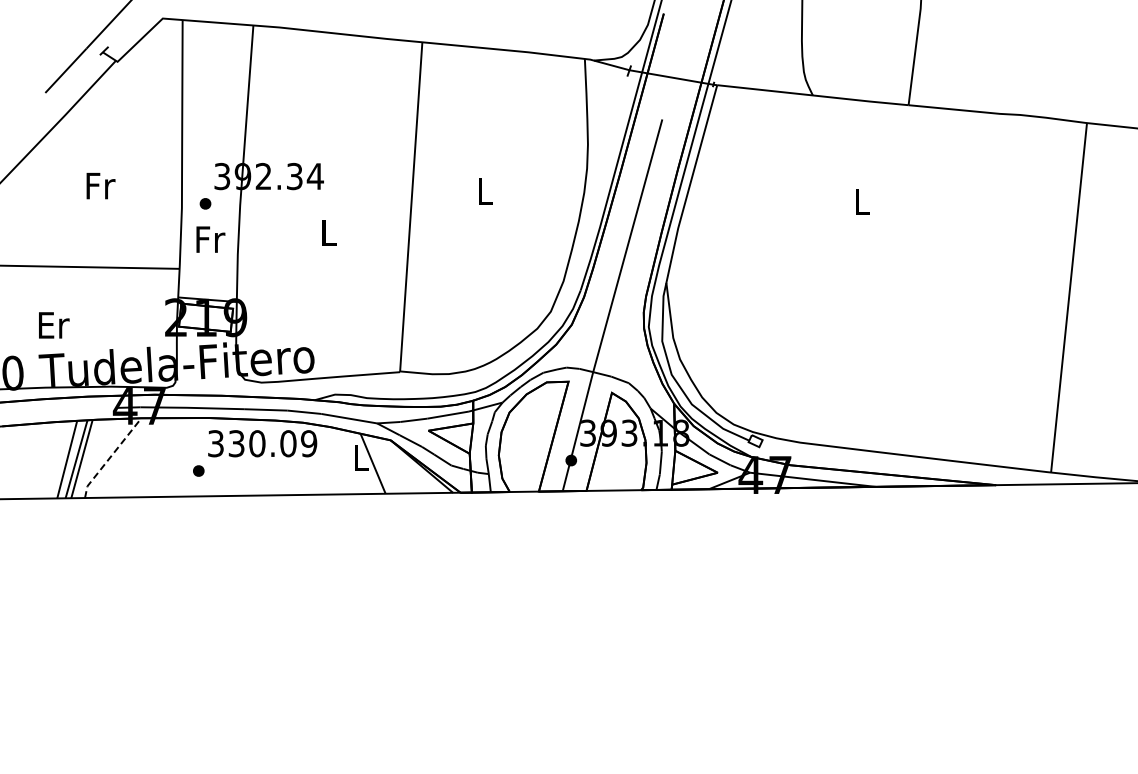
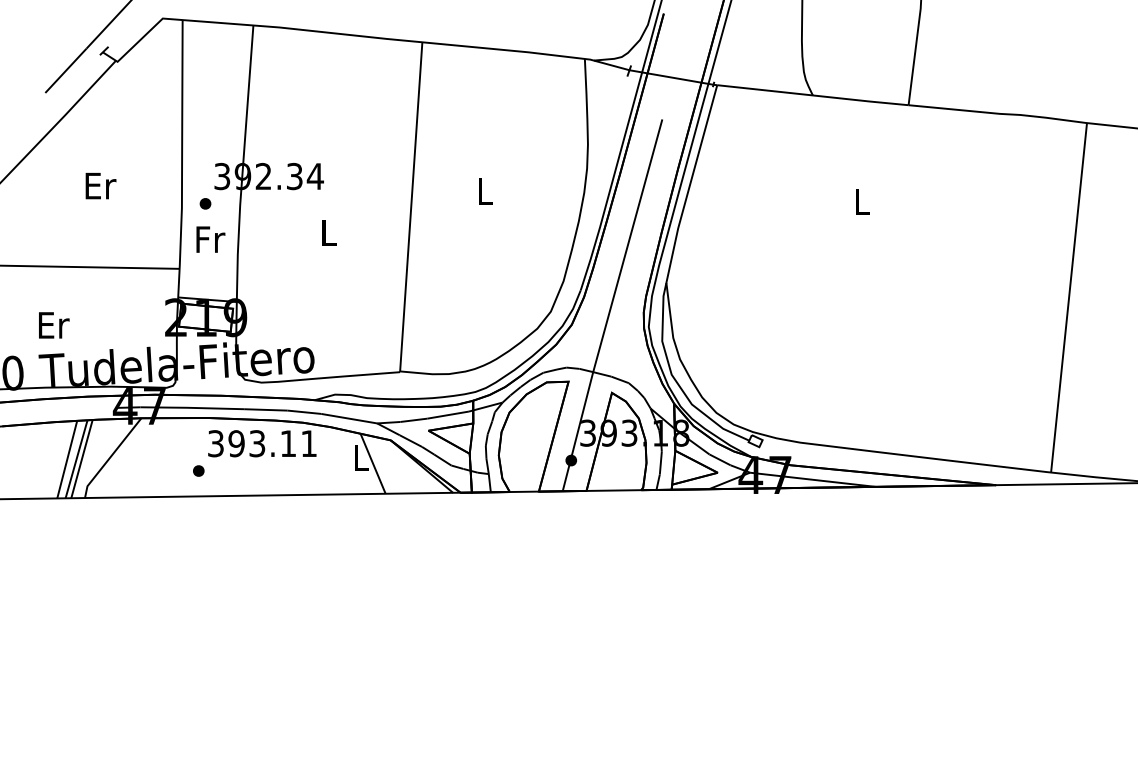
text at (100, 186): Fr -> Er
text at (272, 443): 330.09 -> 393.11
line at (110, 457): dashed -> solid
